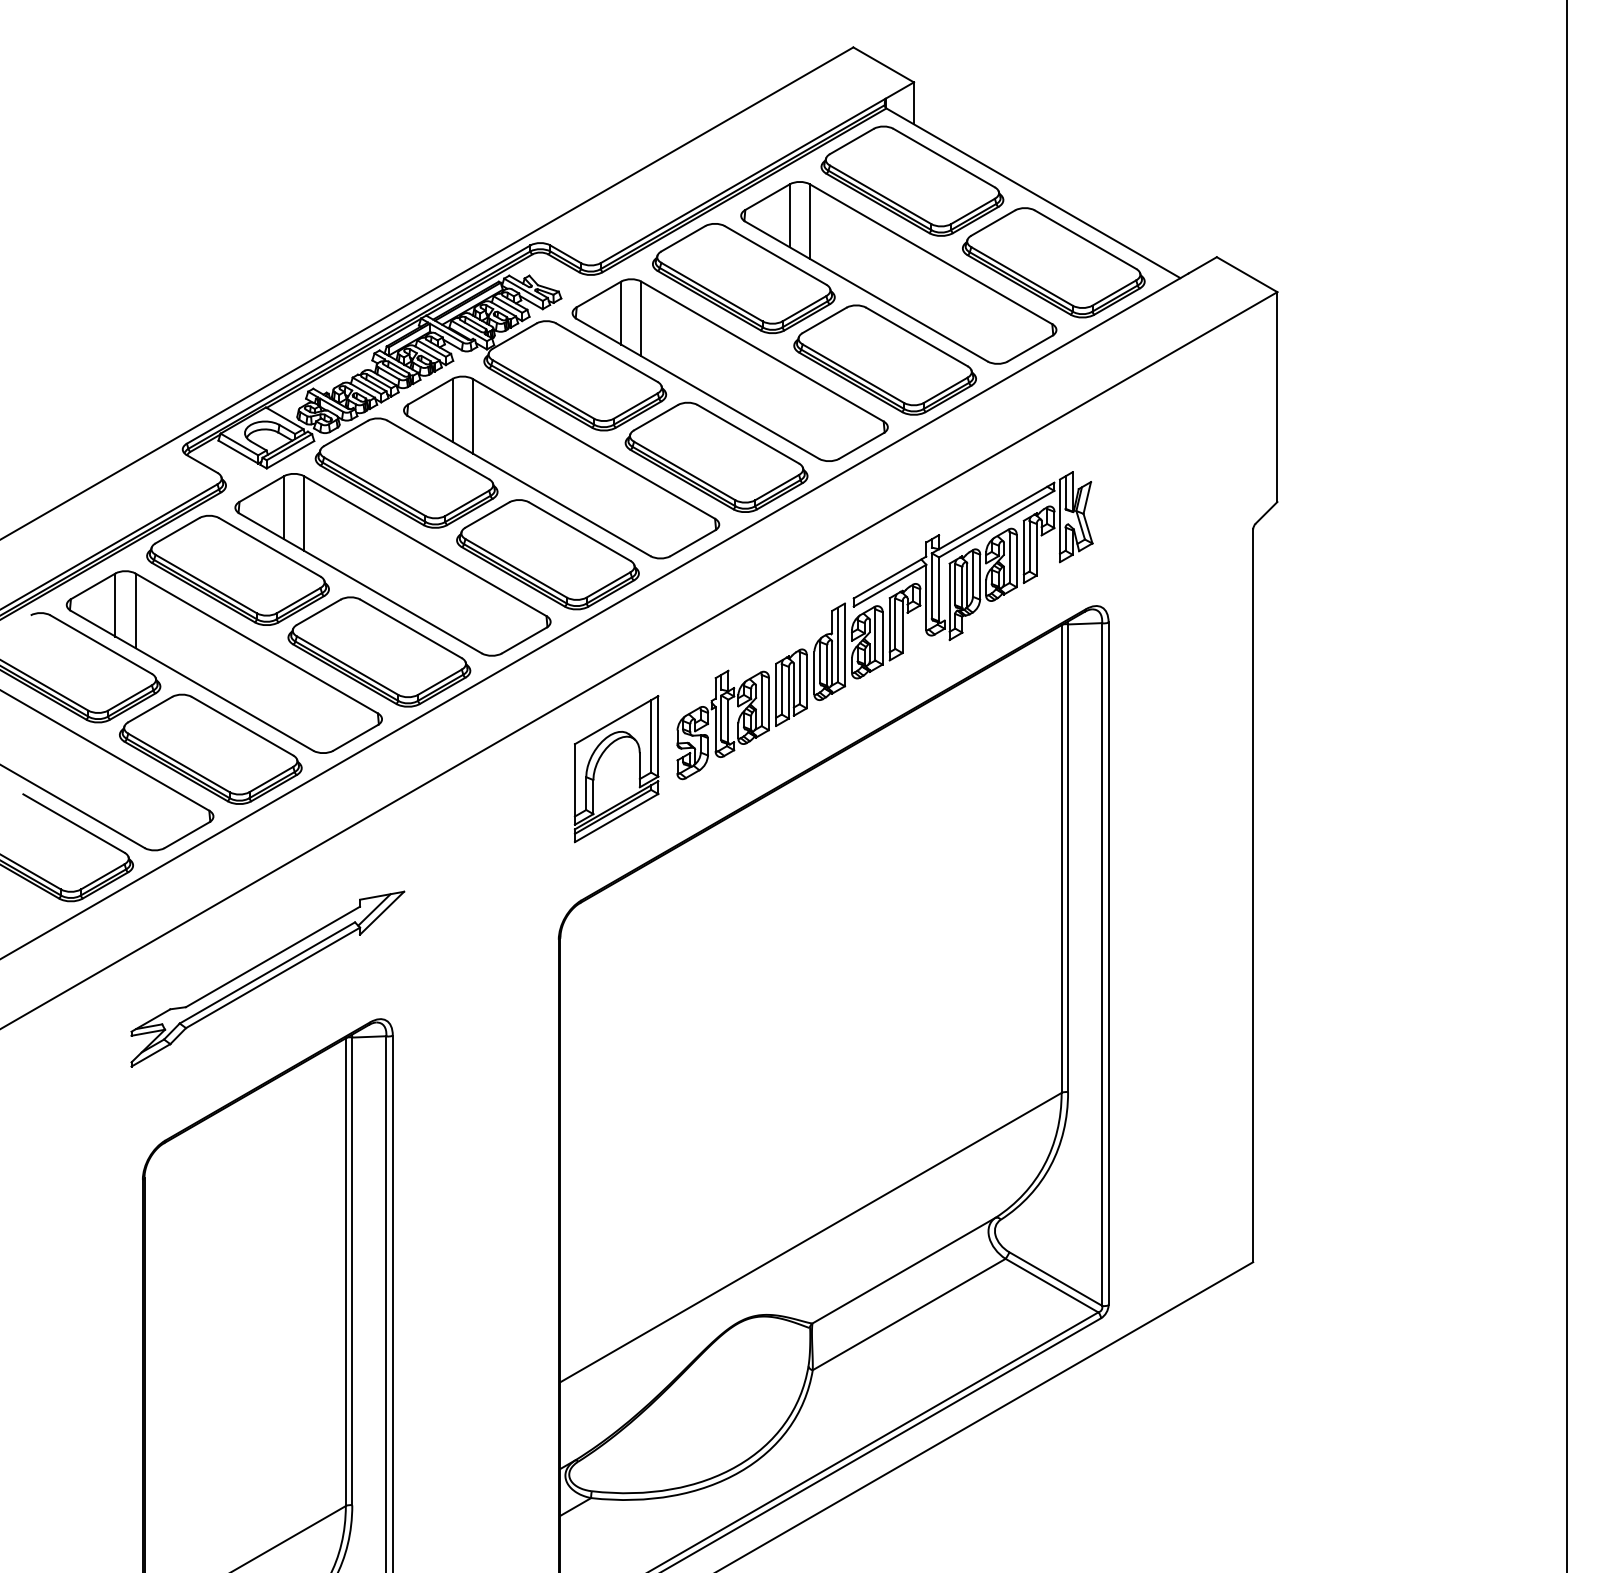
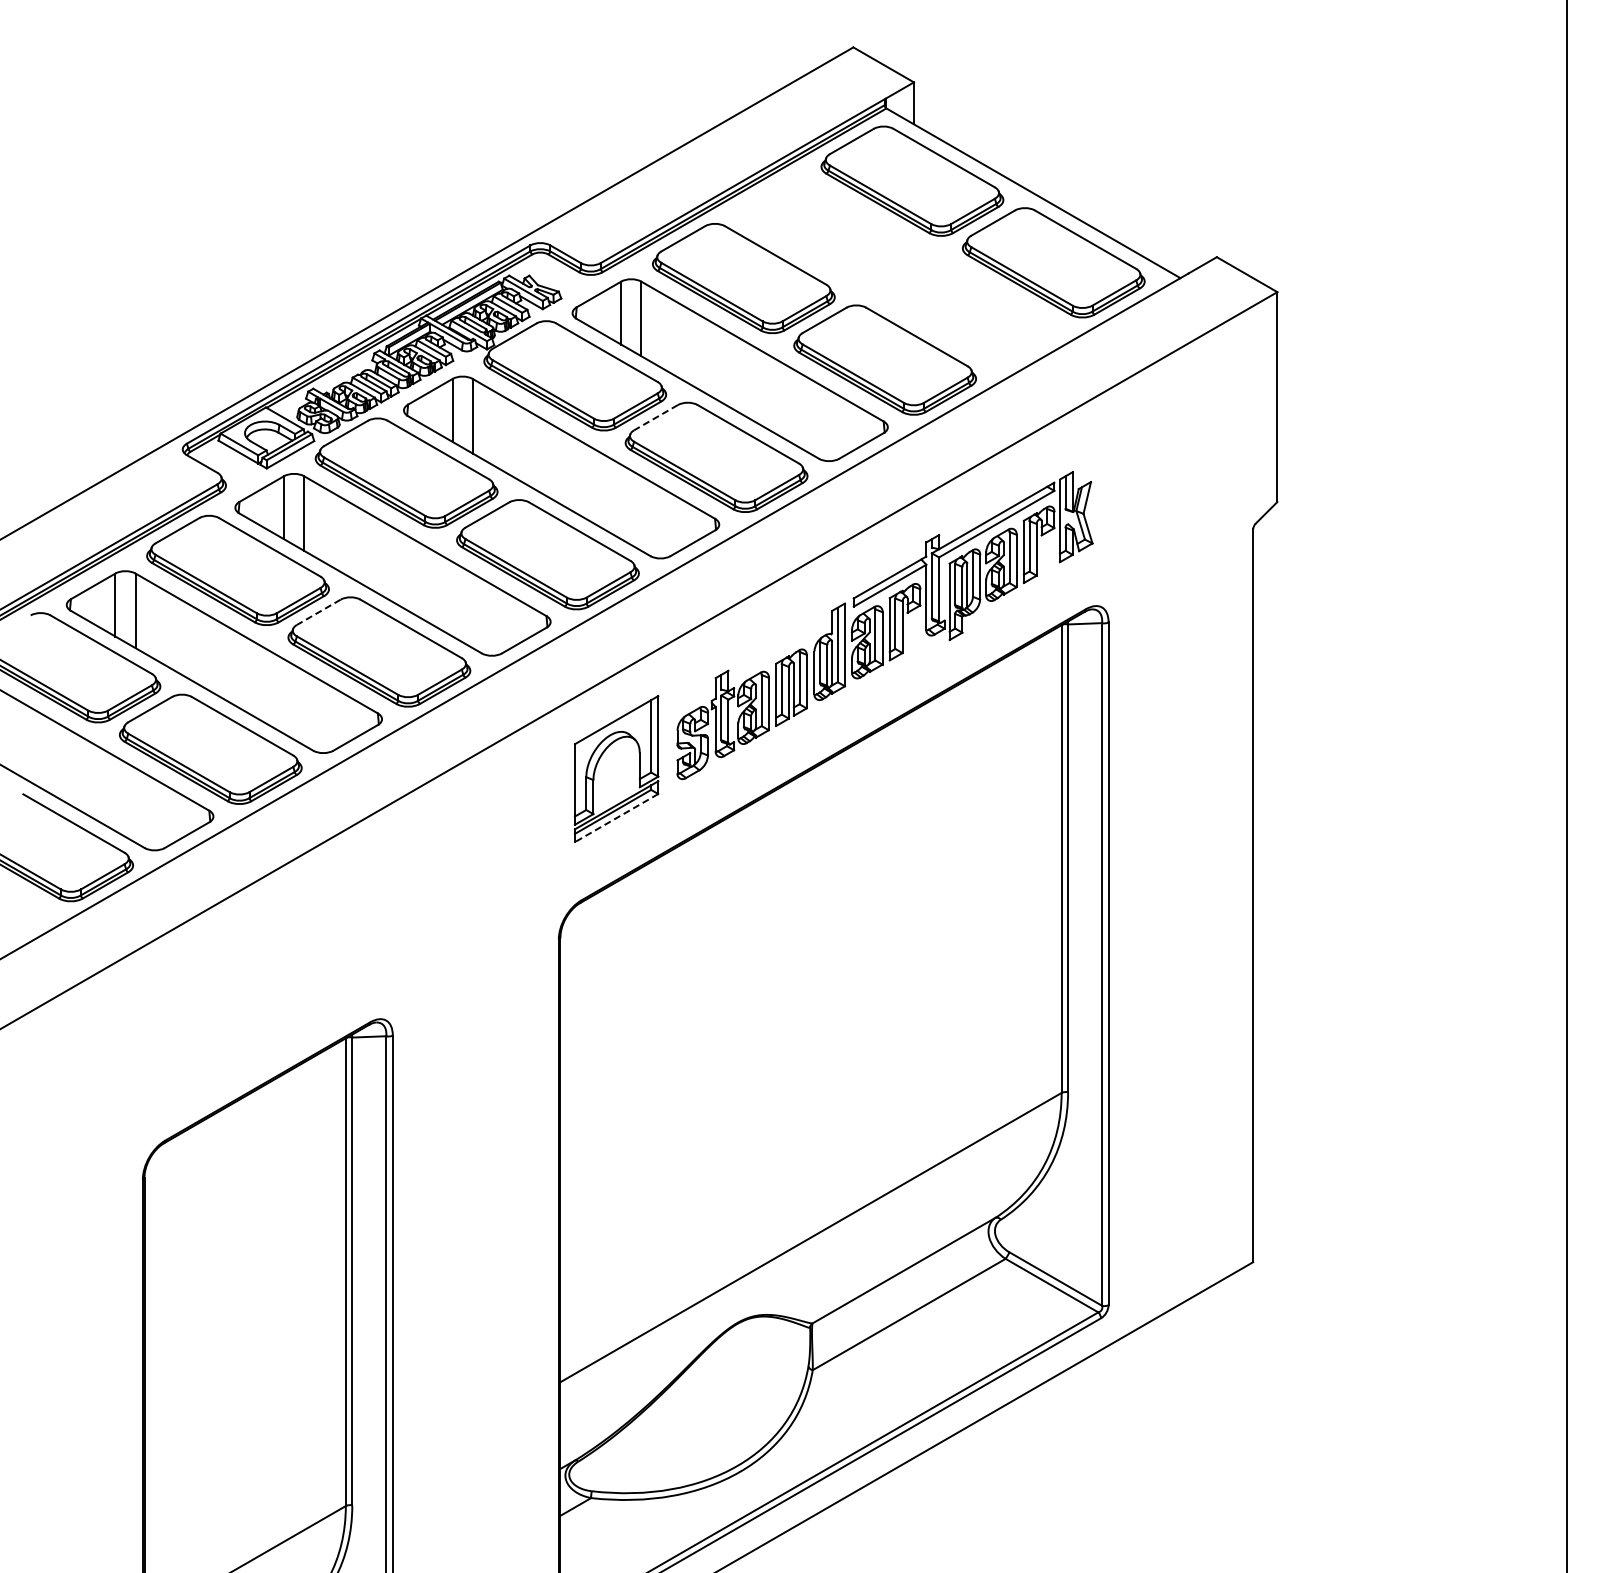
part at (898, 272): present -> none
line at (655, 417): solid -> dashed
line at (318, 612): solid -> dashed
line at (616, 818): solid -> dashed
part at (267, 978): present -> none
